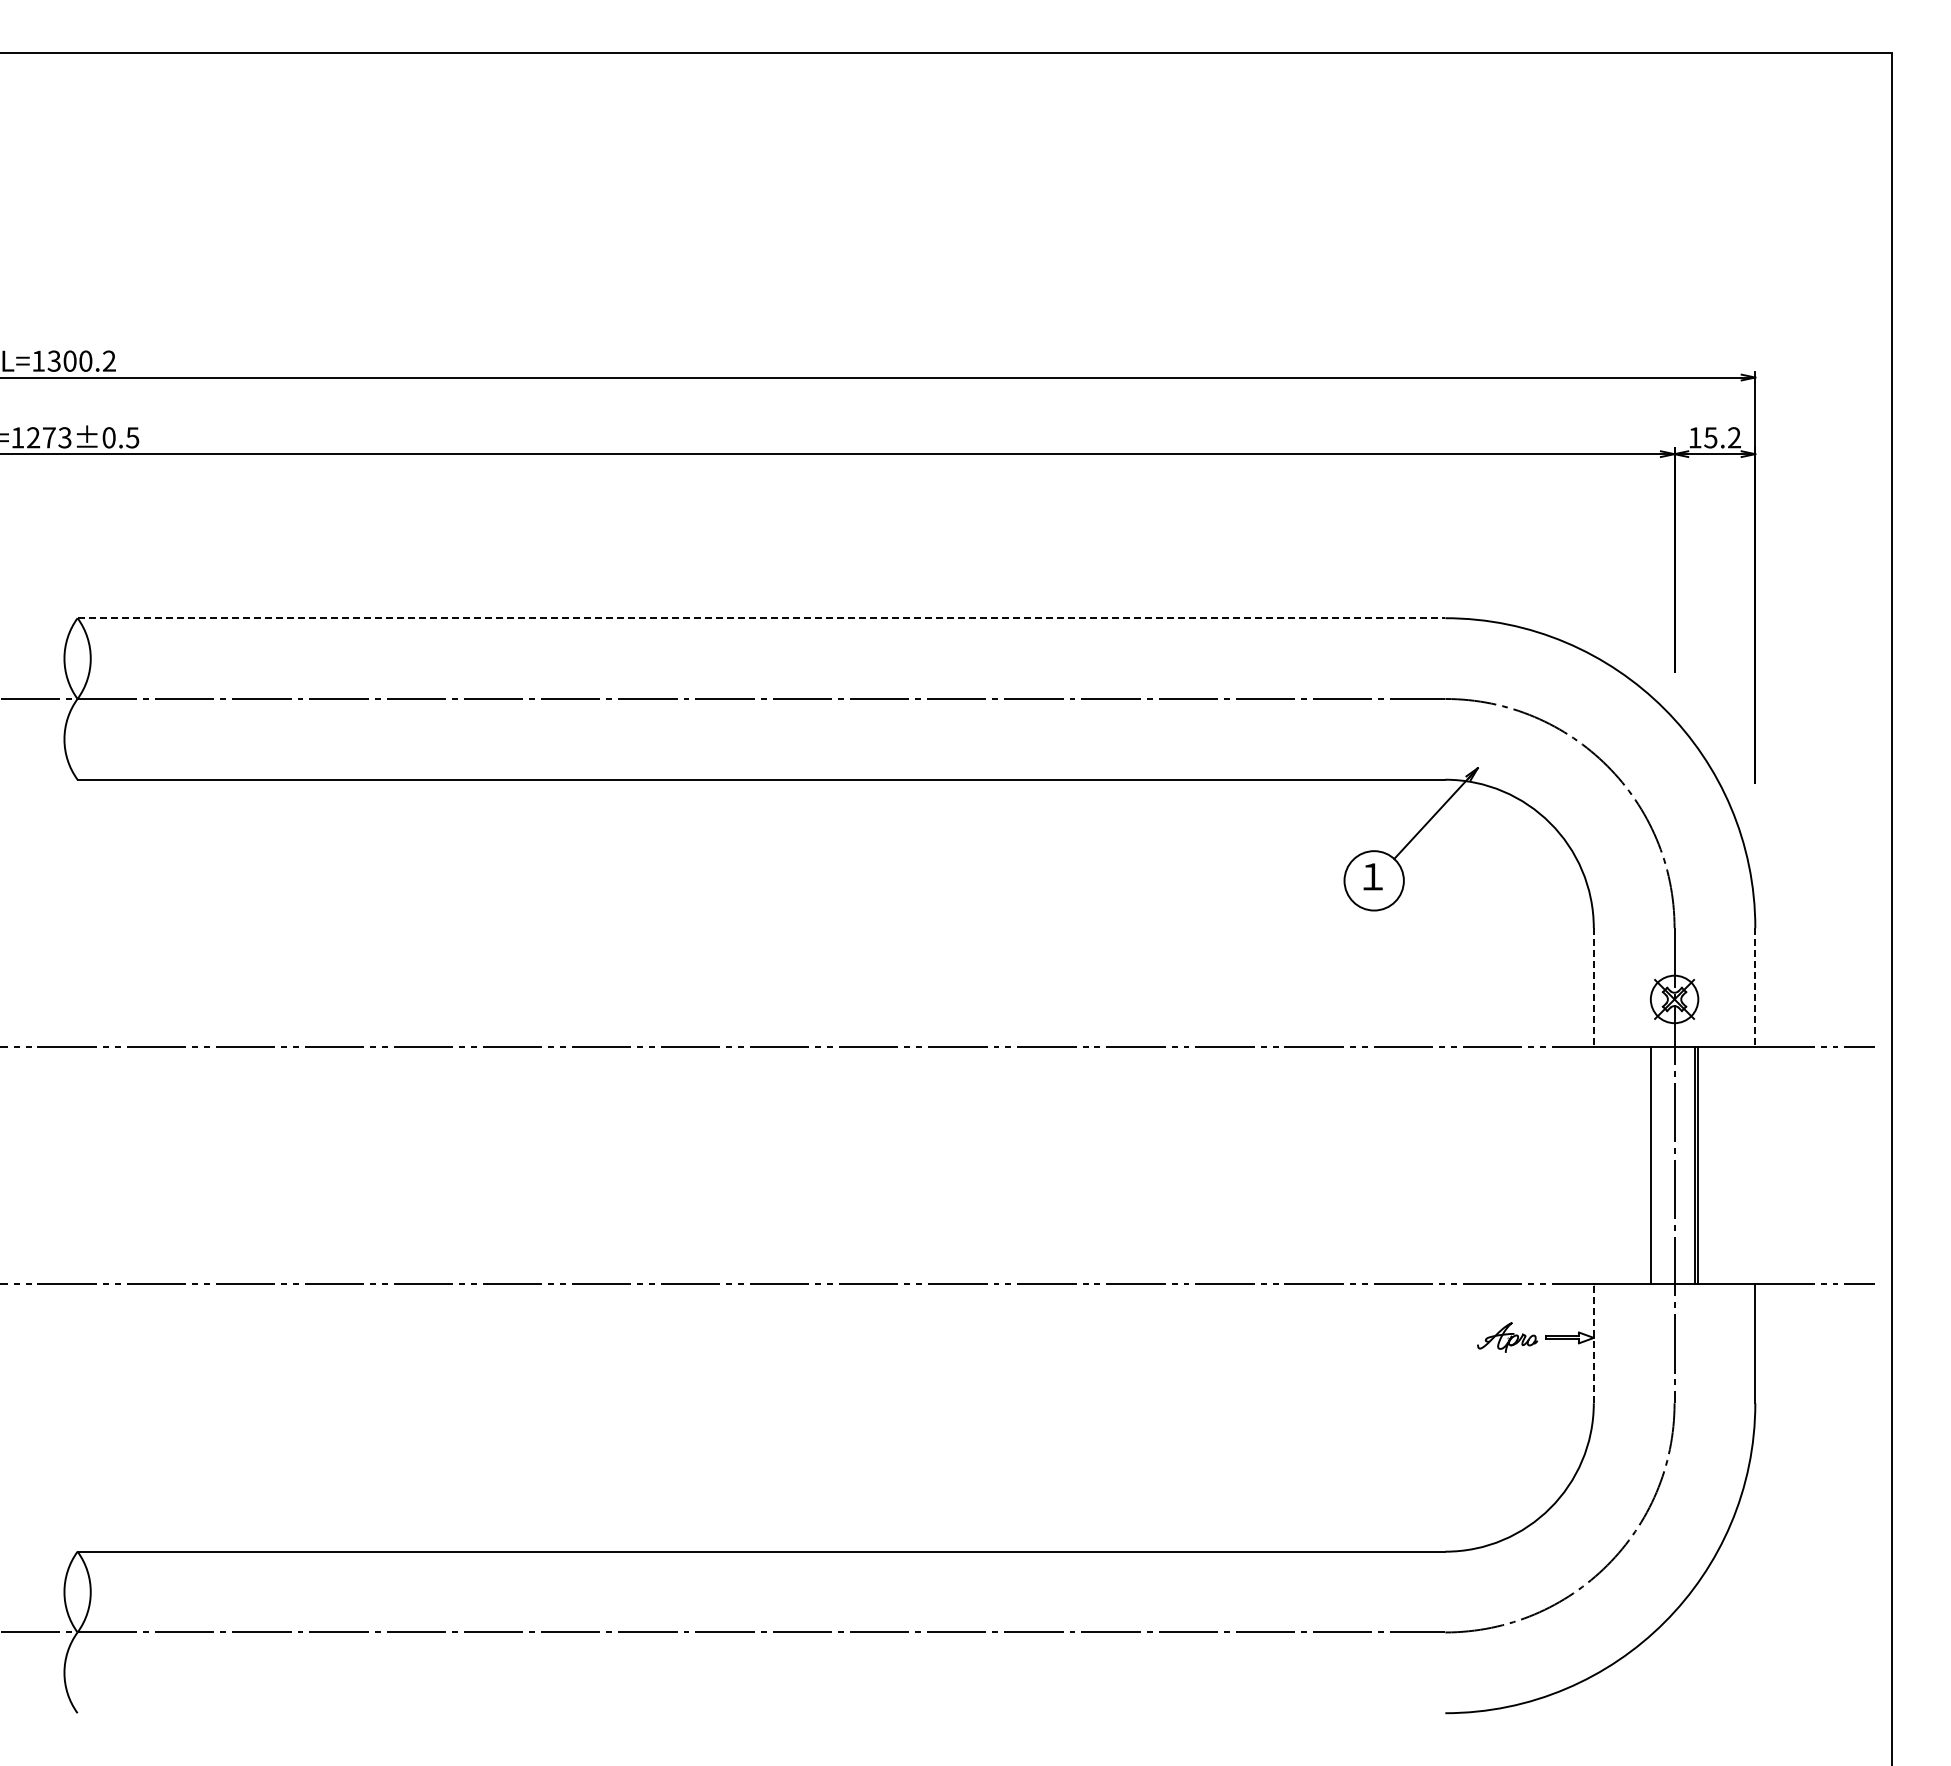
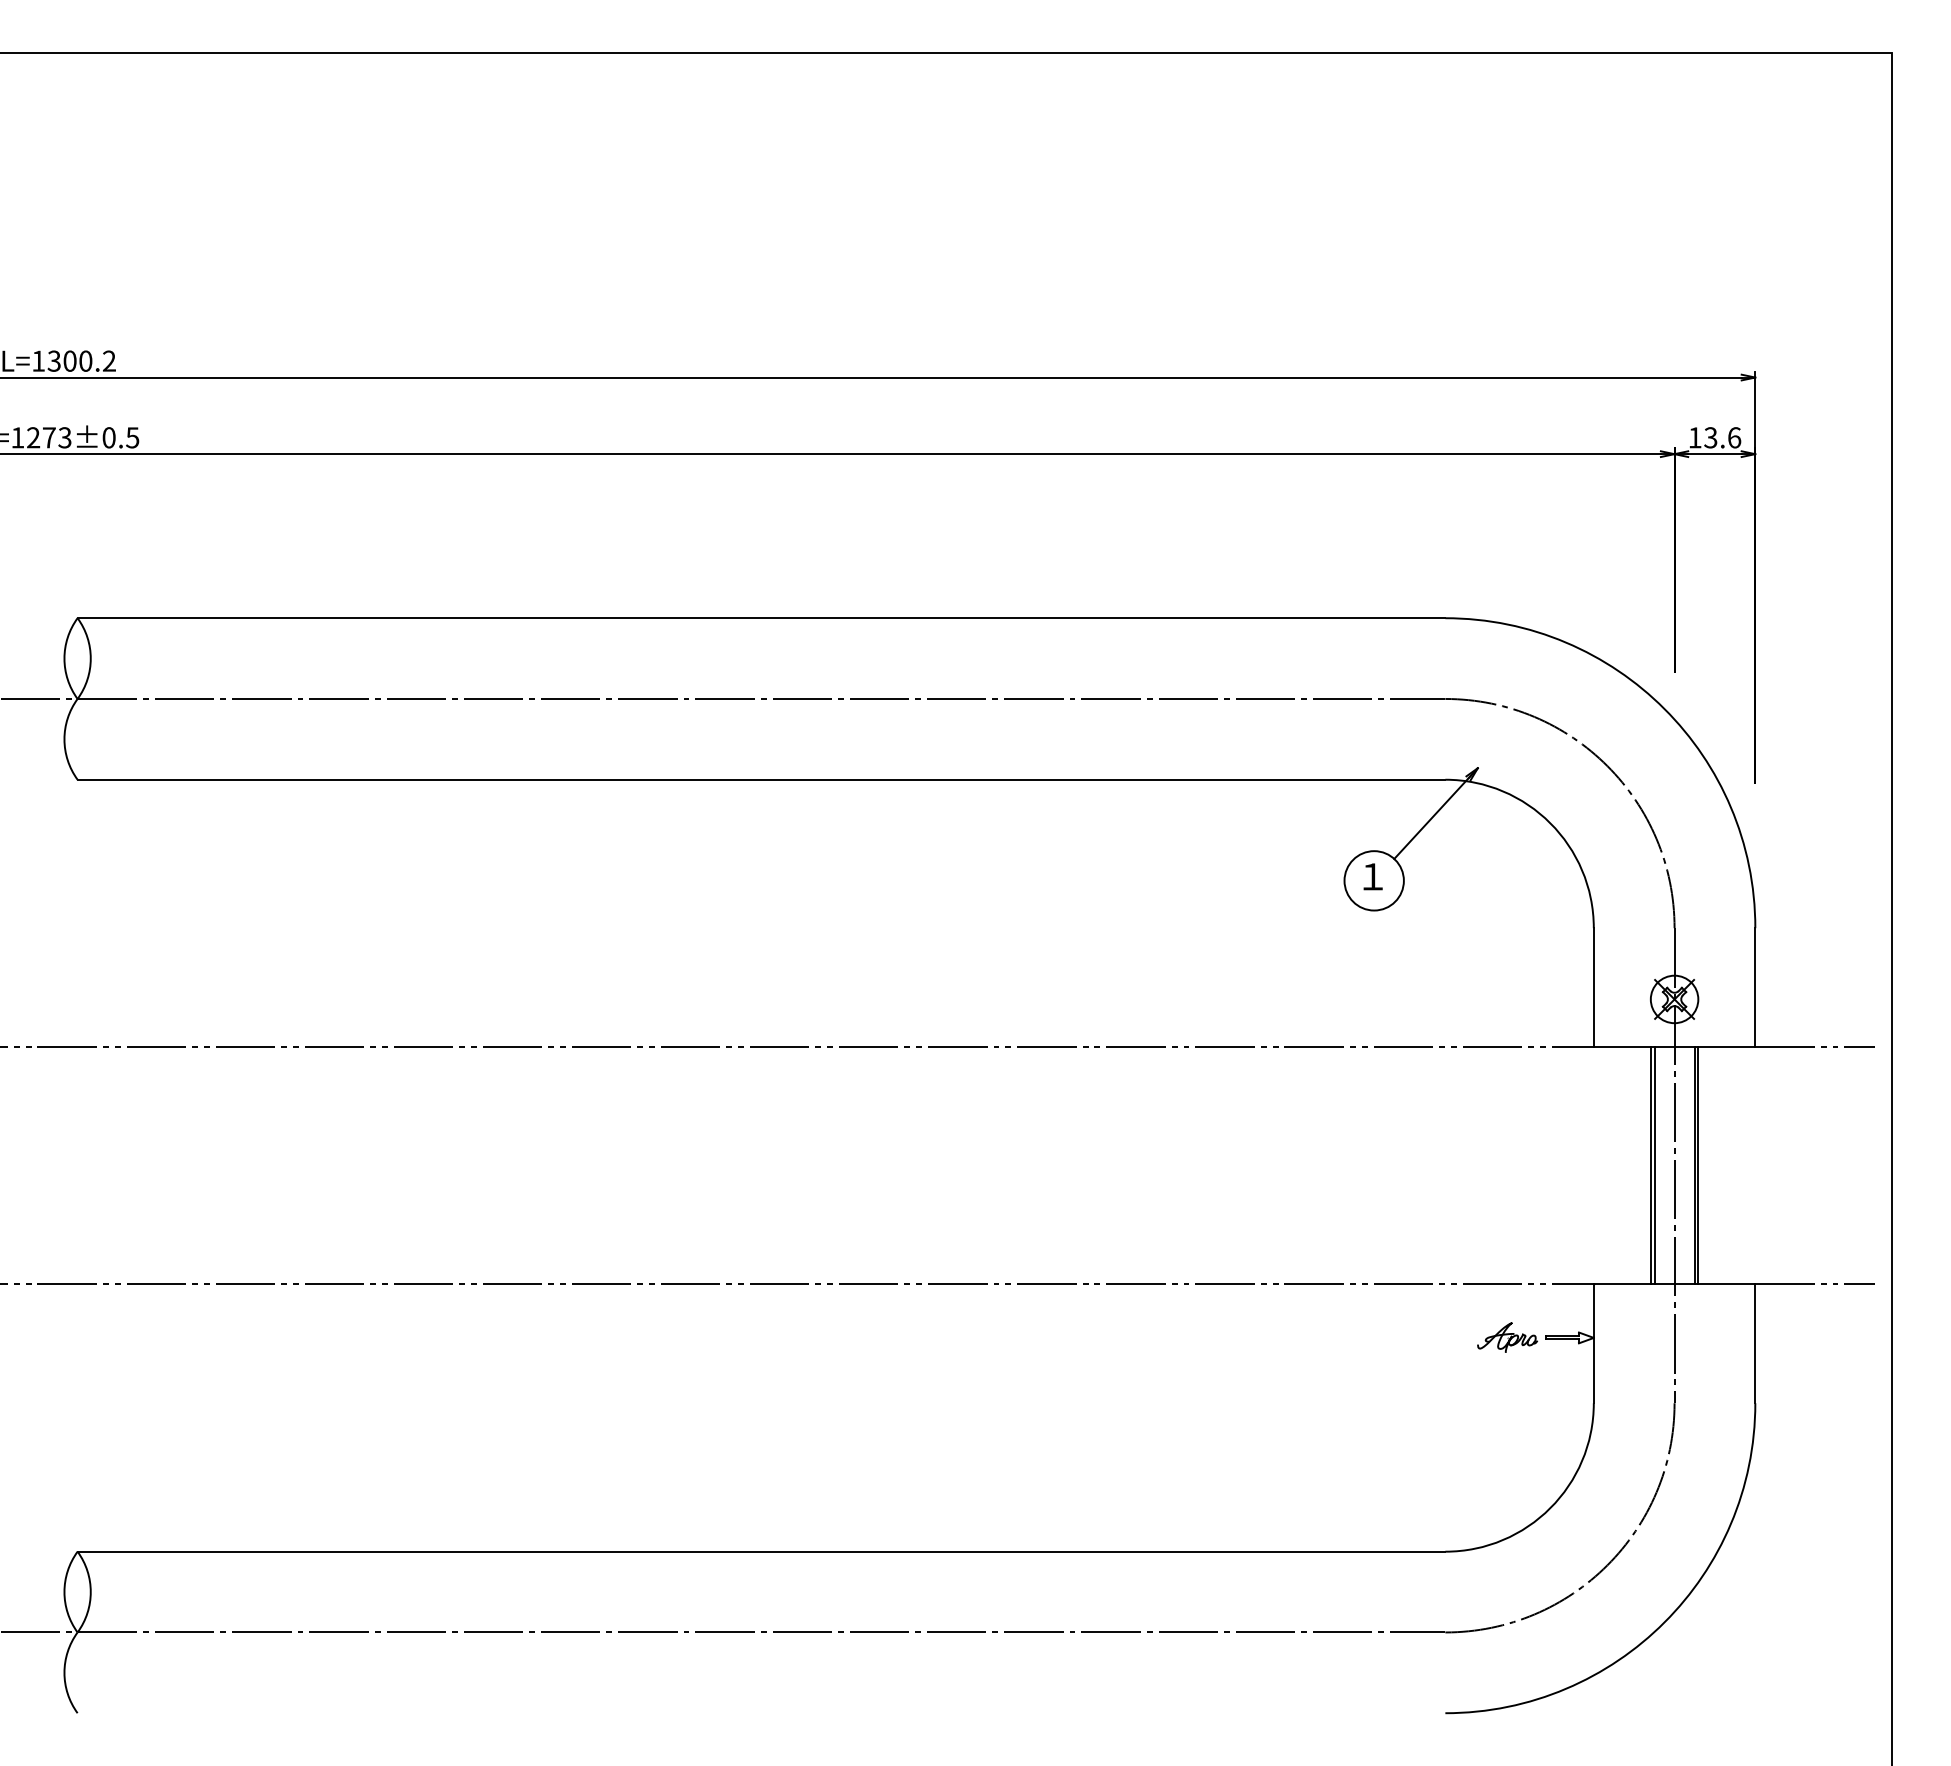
text at (1723, 437): 15.2 -> 13.6
line at (761, 618): dashed -> solid
line at (1593, 988): dashed -> solid
line at (1755, 988): dashed -> solid
line at (1654, 1165): none -> present
line at (1593, 1343): dashed -> solid
